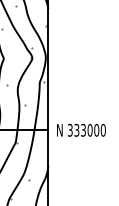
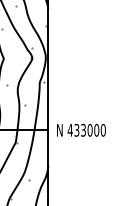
text at (69, 129): 333000 -> 433000
